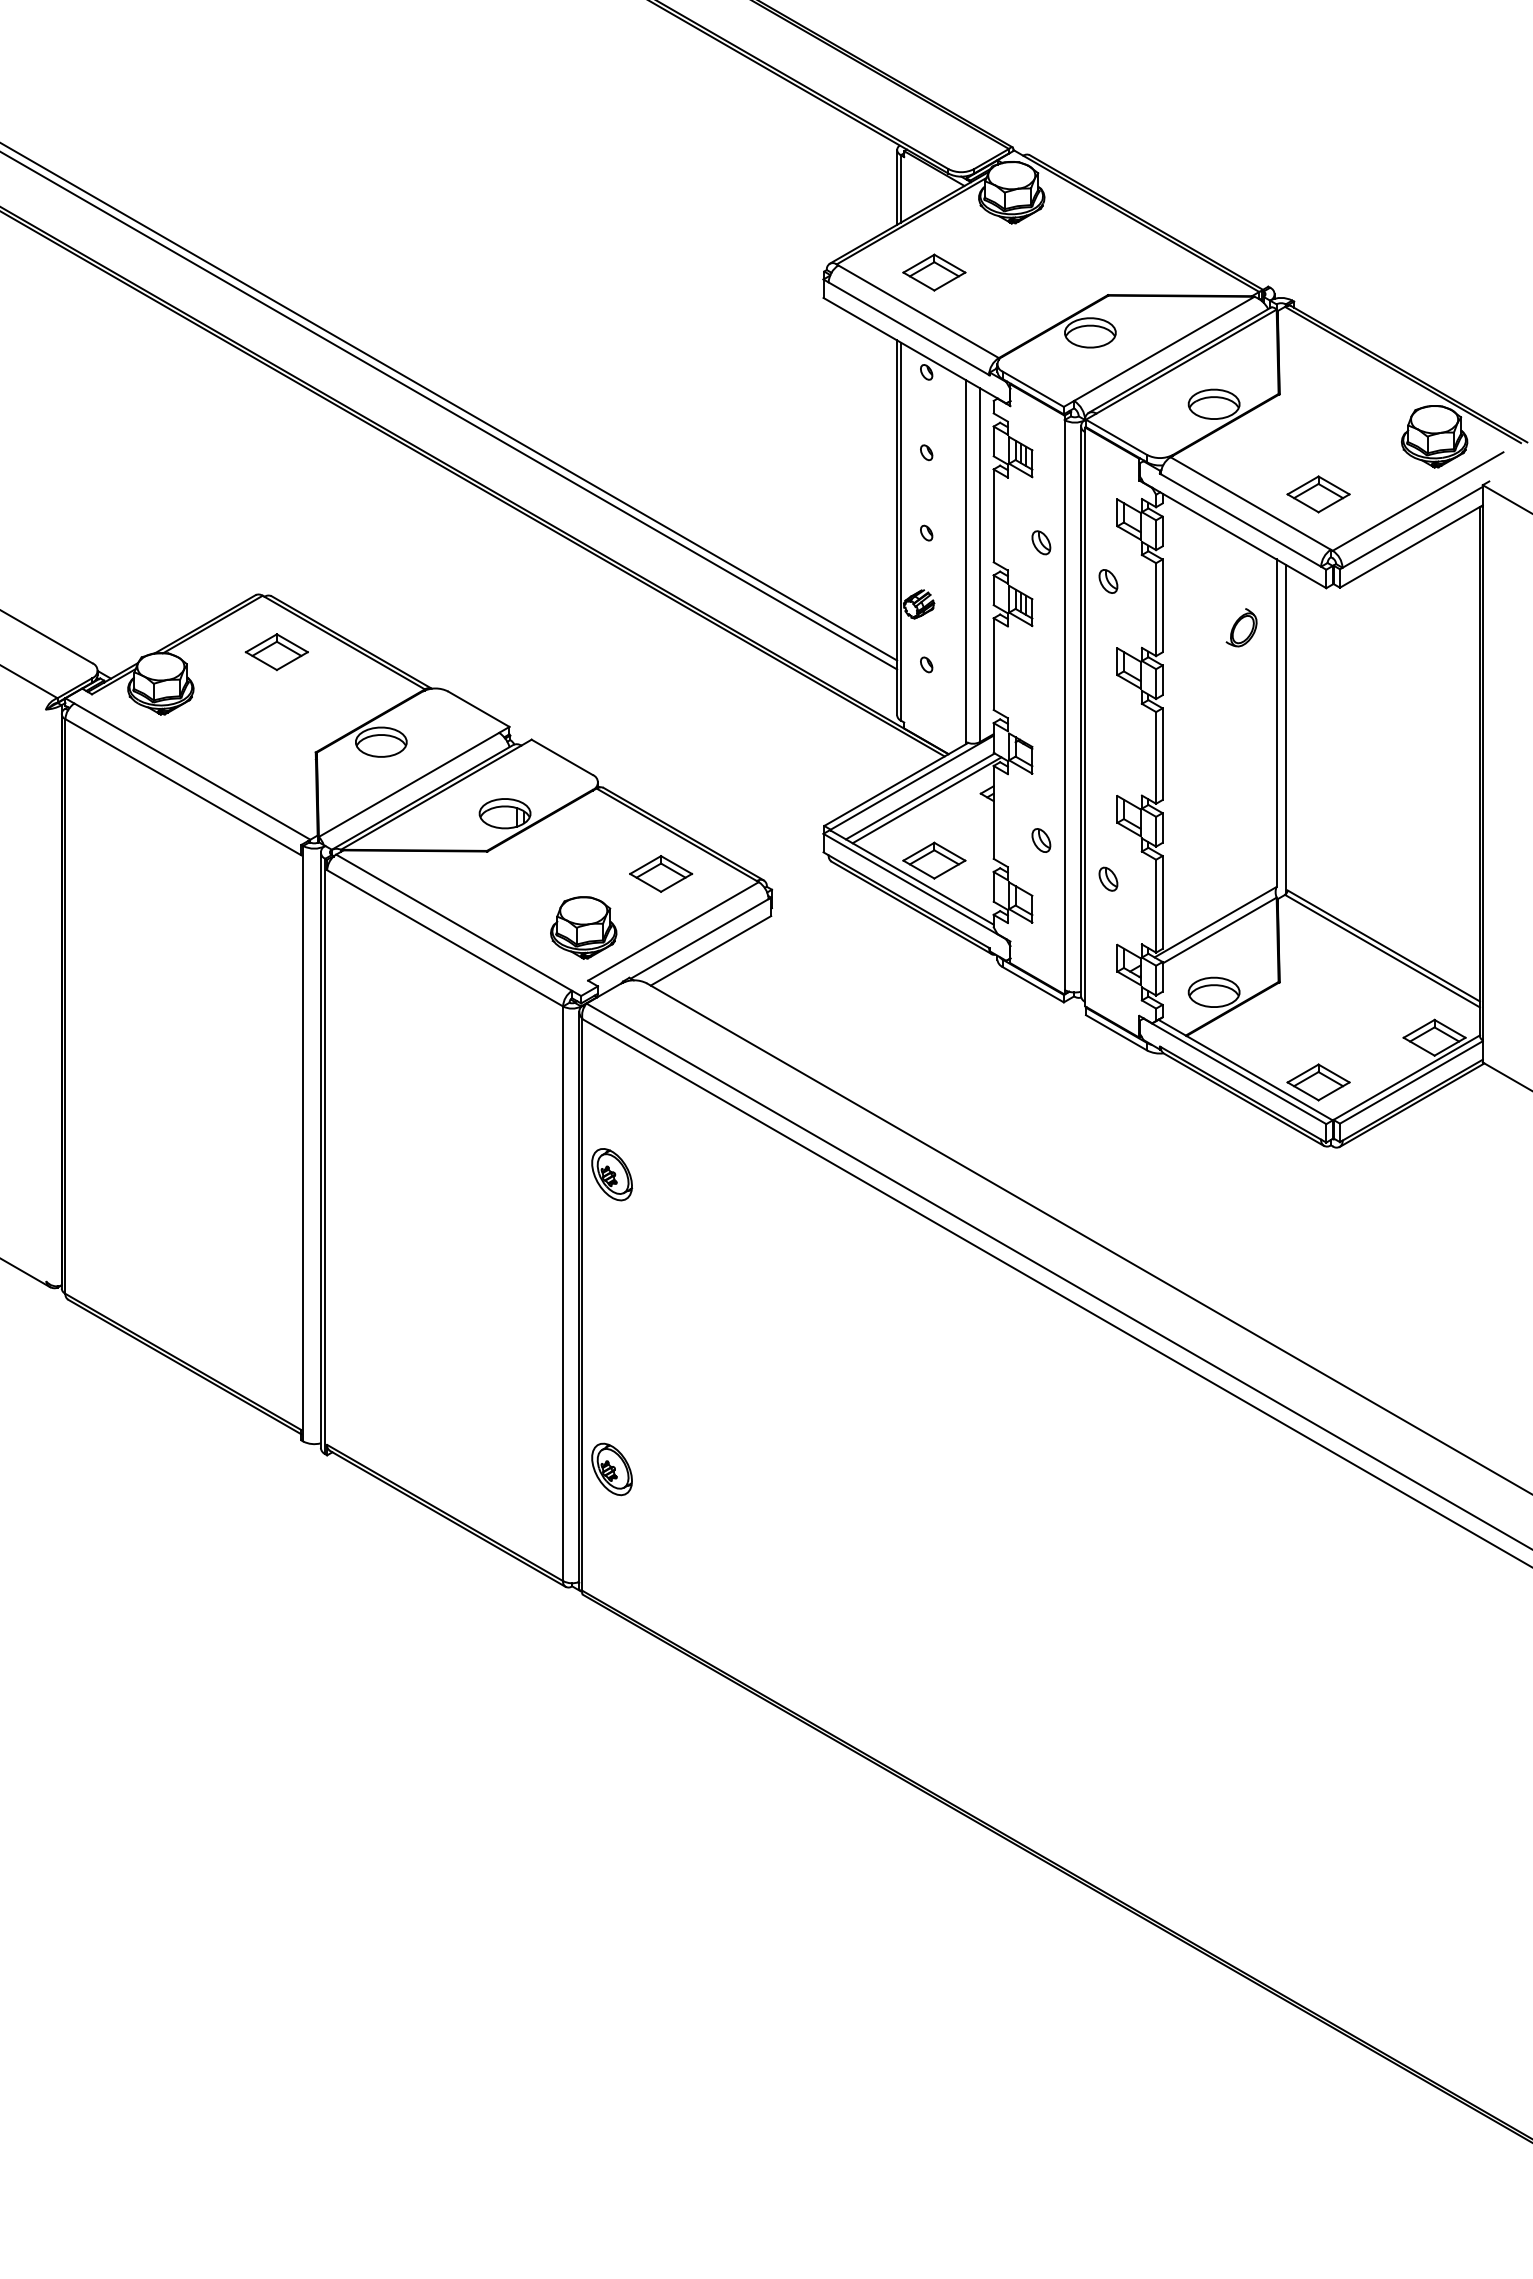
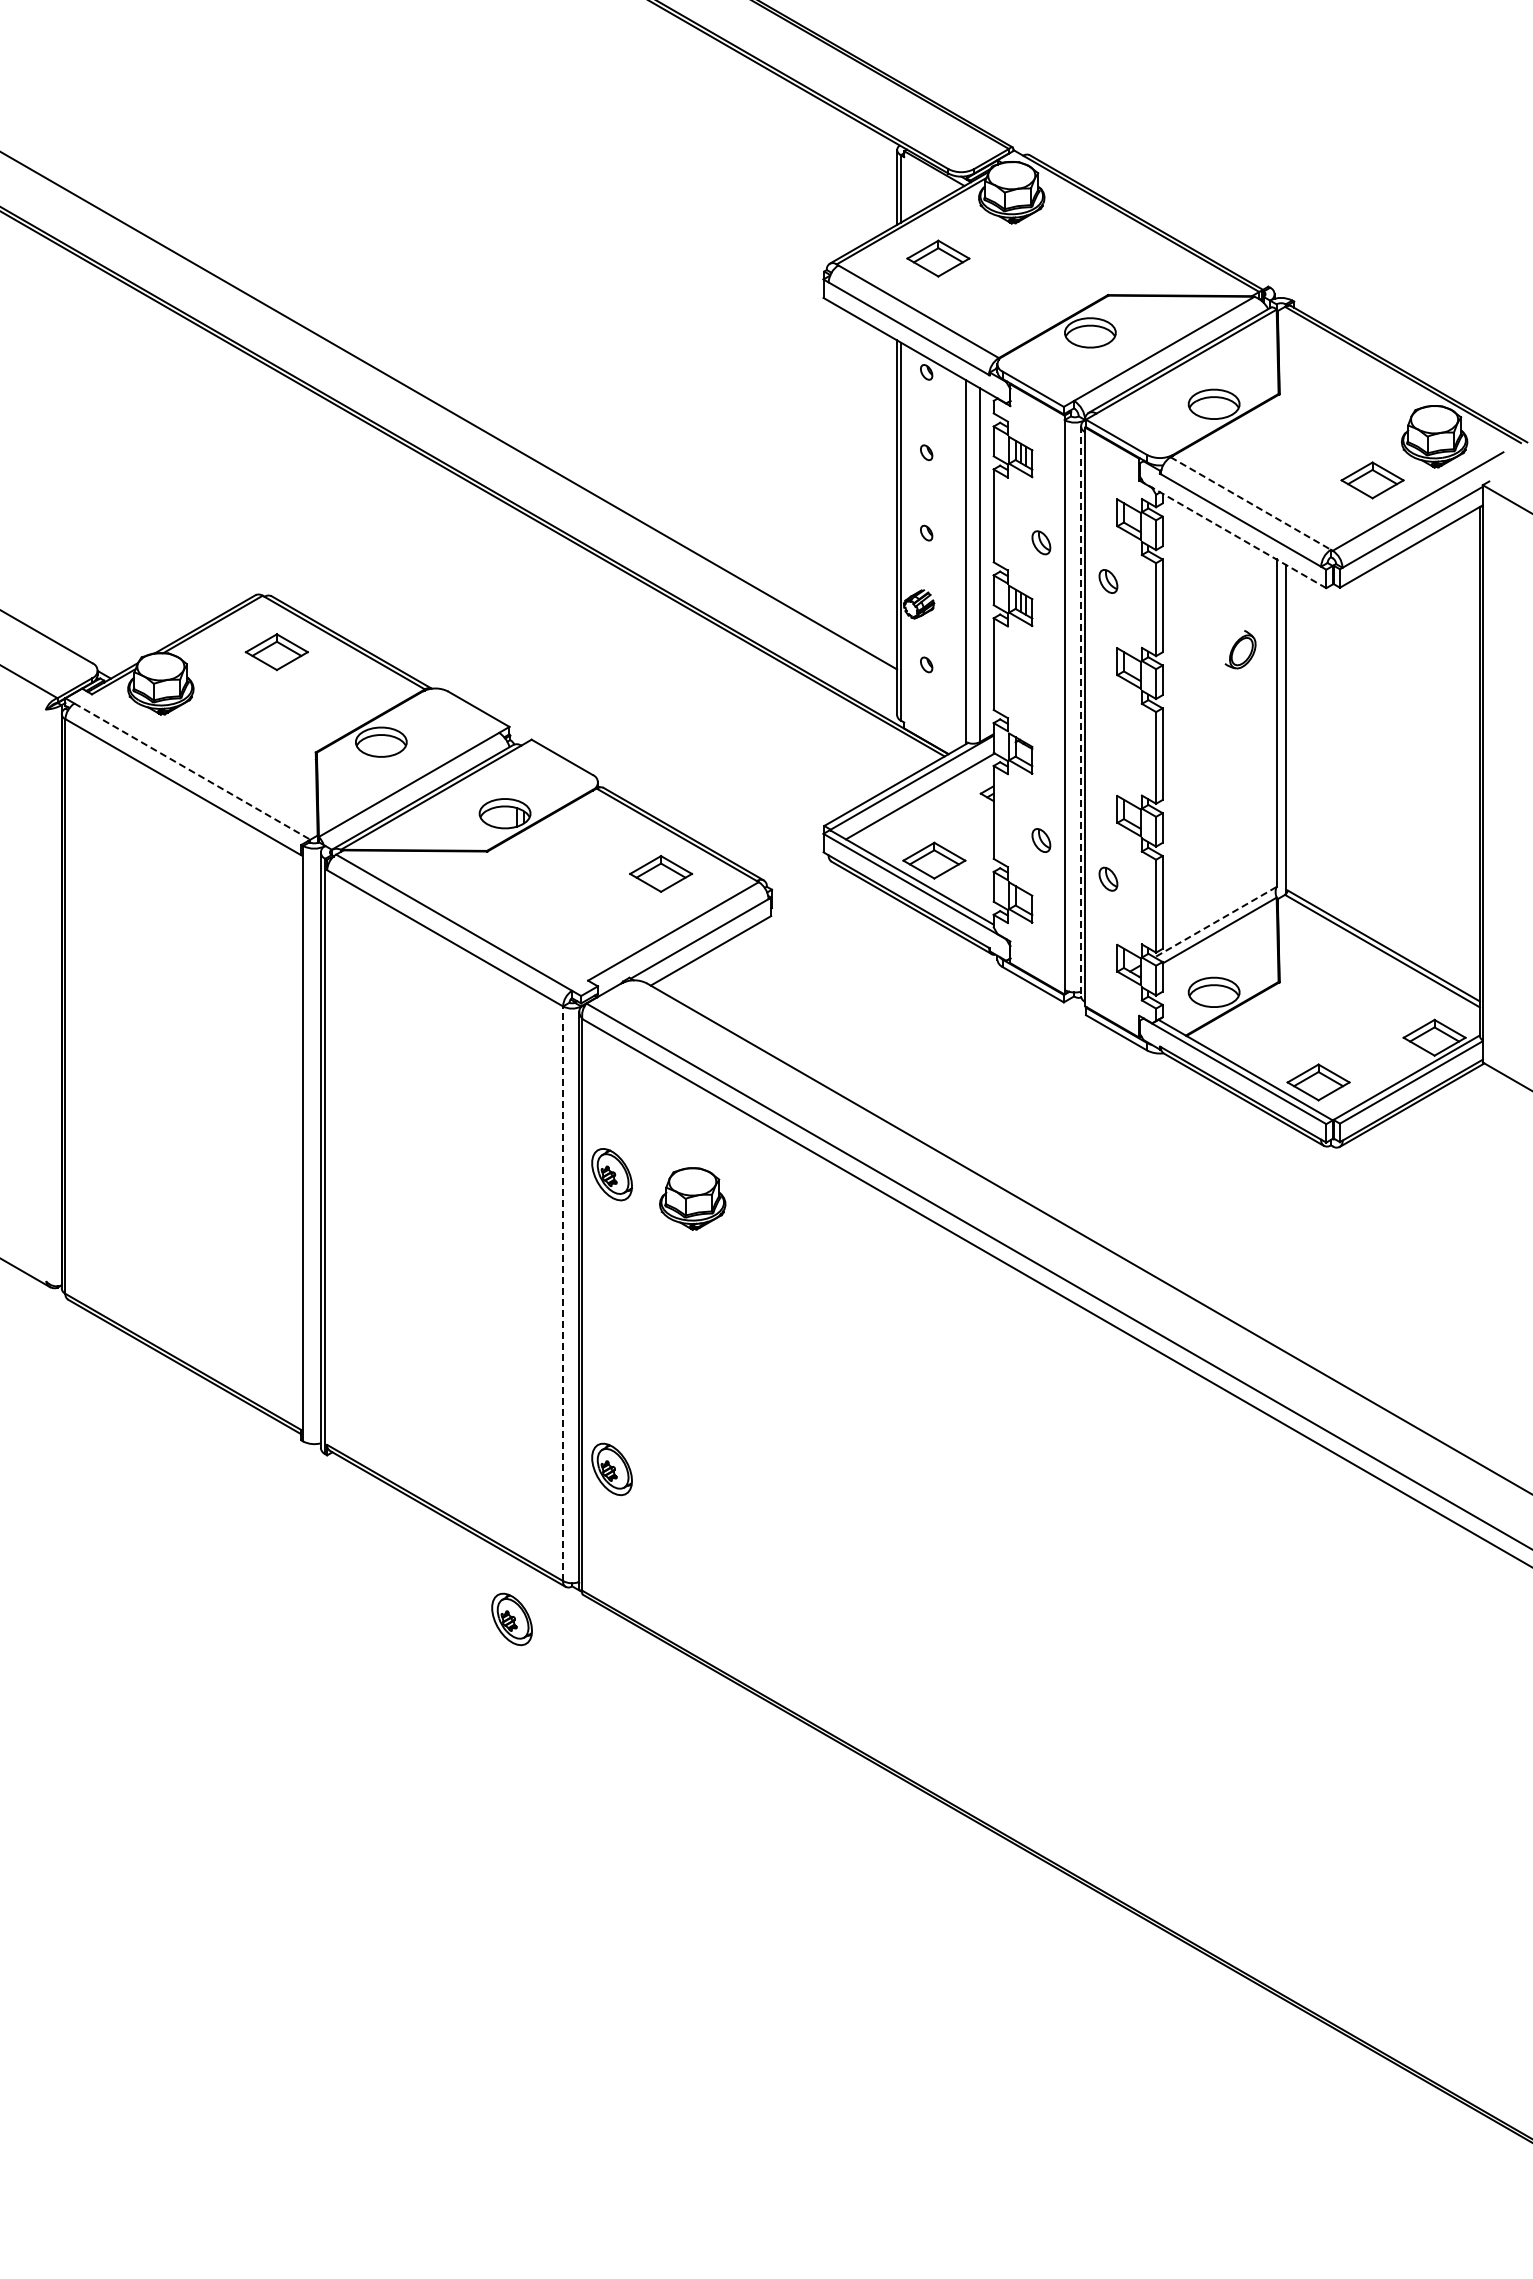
part at (934, 272) position: (934, 272) -> (938, 258)
line at (449, 402): present -> none
part at (1318, 494) position: (1318, 494) -> (1372, 480)
line at (1250, 503): solid -> dashed
line at (1234, 535): solid -> dashed
part at (1241, 627) position: (1241, 627) -> (1240, 649)
line at (1080, 711): solid -> dashed
line at (192, 771): solid -> dashed
line at (926, 800): present -> none
line at (1215, 922): solid -> dashed
part at (583, 927) position: (583, 927) -> (692, 1198)
line at (563, 1293): solid -> dashed
part at (511, 1619): none -> present
